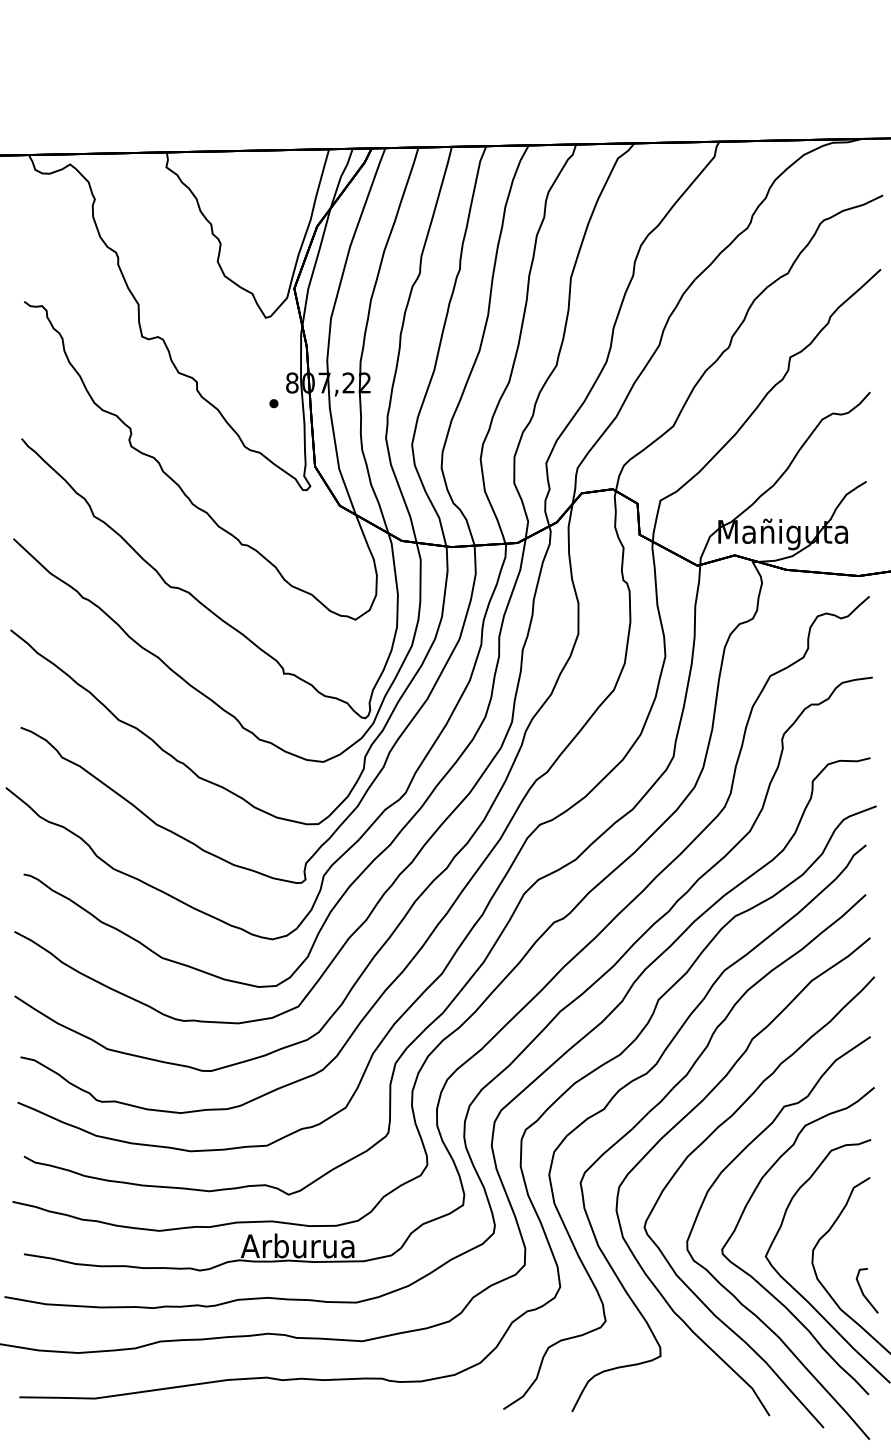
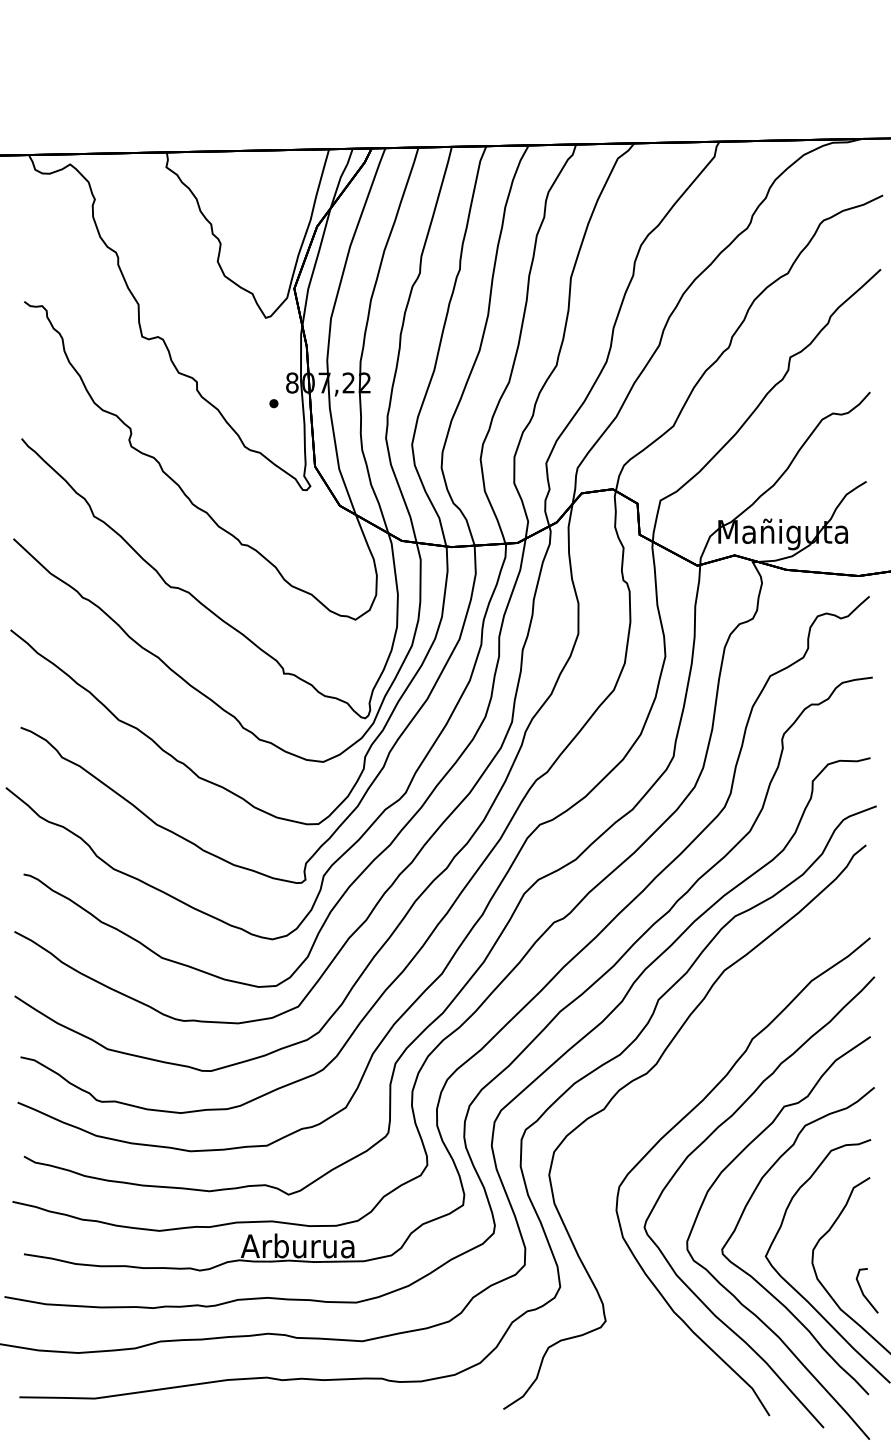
curve at (664, 1099): present -> none
